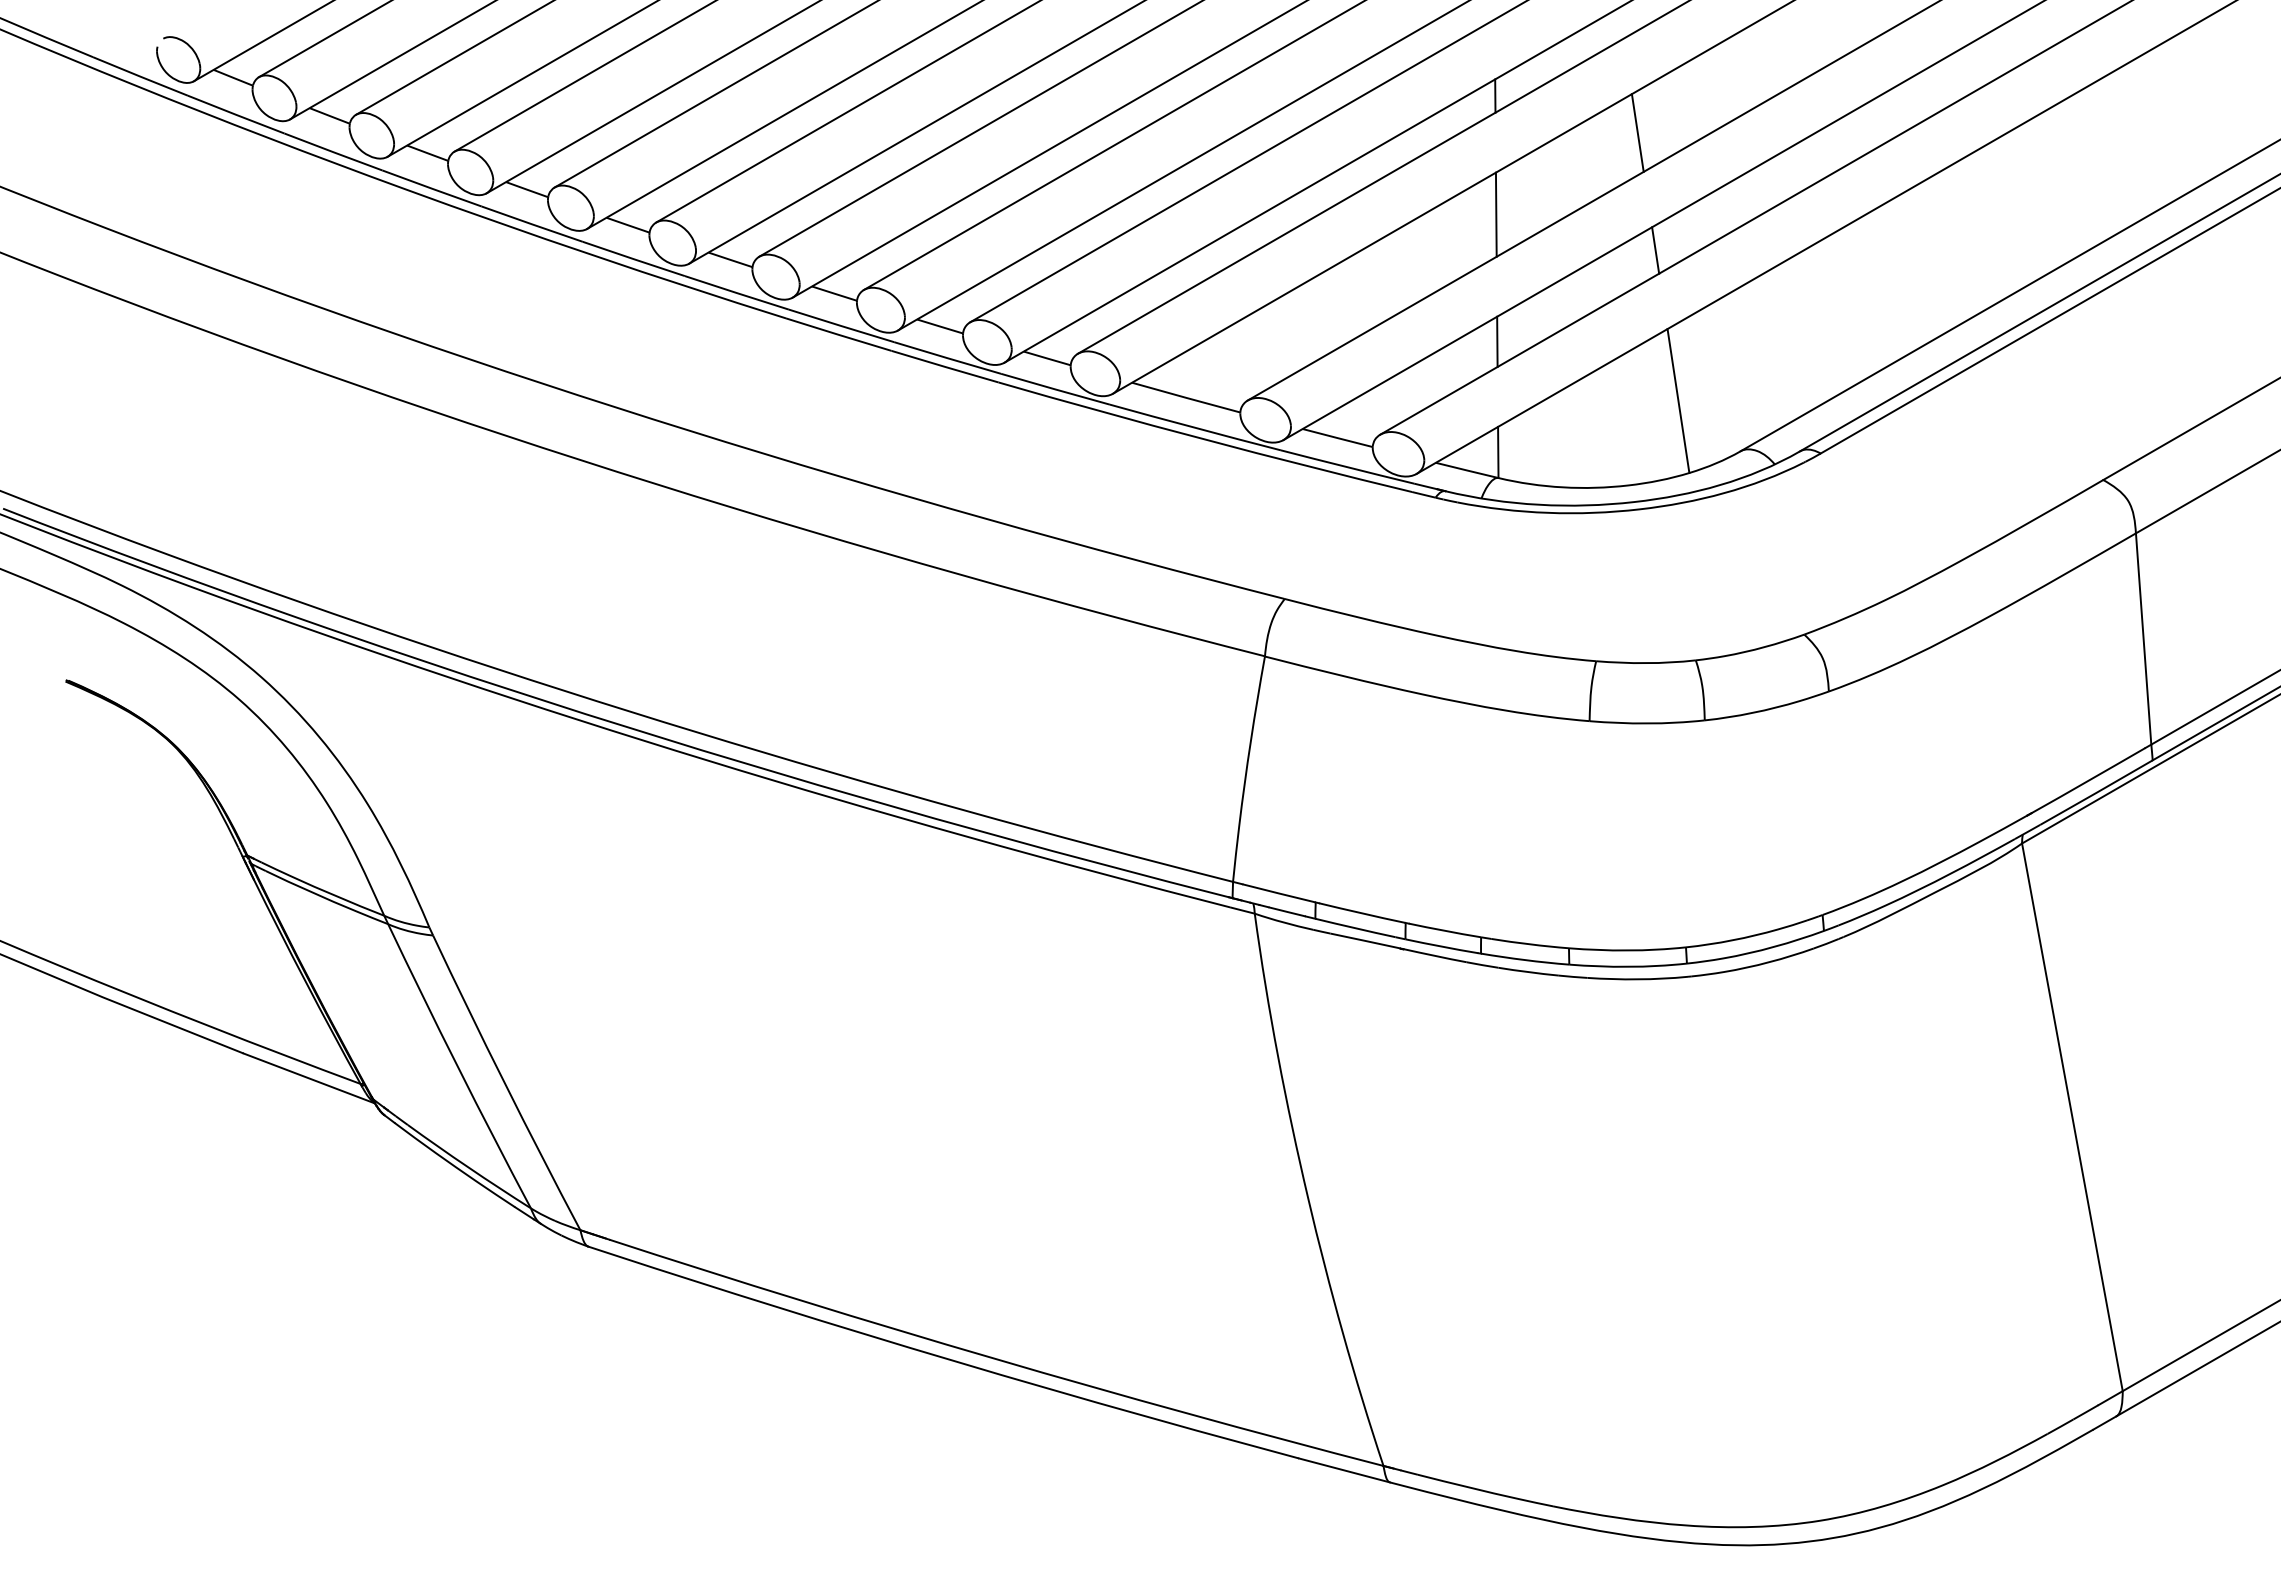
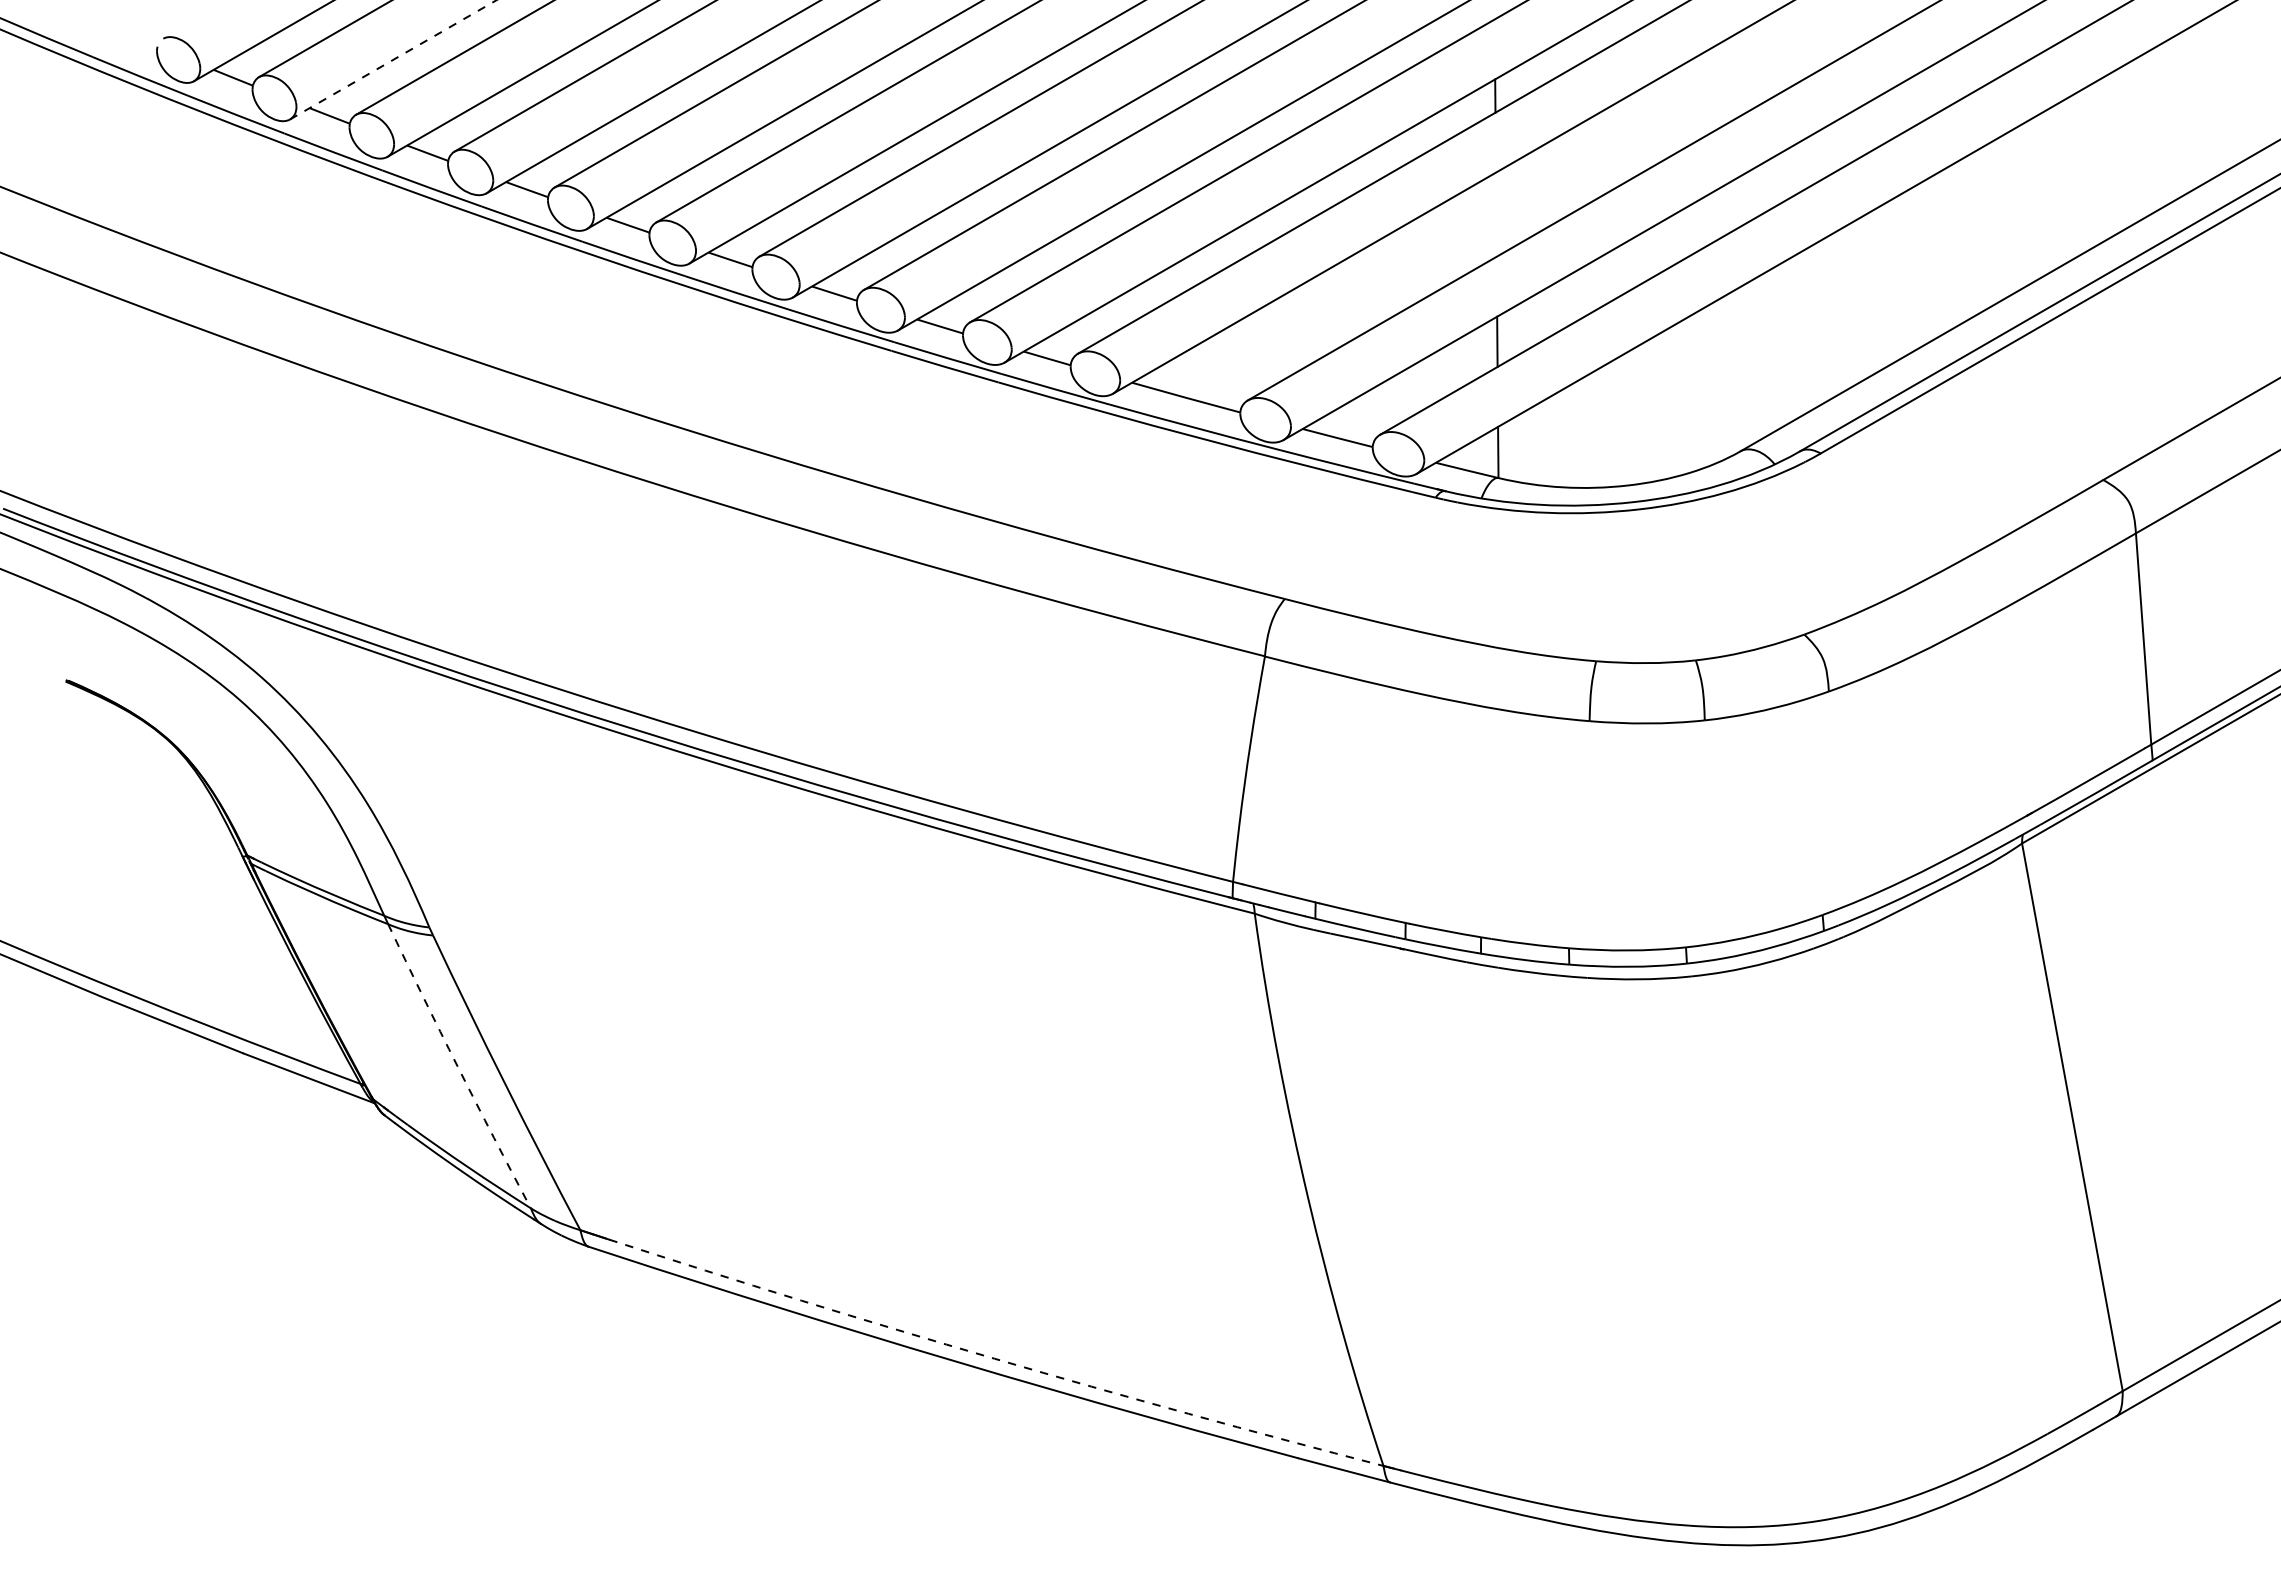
line at (393, 59): solid -> dashed
line at (1637, 132): present -> none
line at (1495, 214): present -> none
line at (1655, 250): present -> none
line at (1678, 400): present -> none
arc at (457, 1067): solid -> dashed
arc at (994, 1358): solid -> dashed
